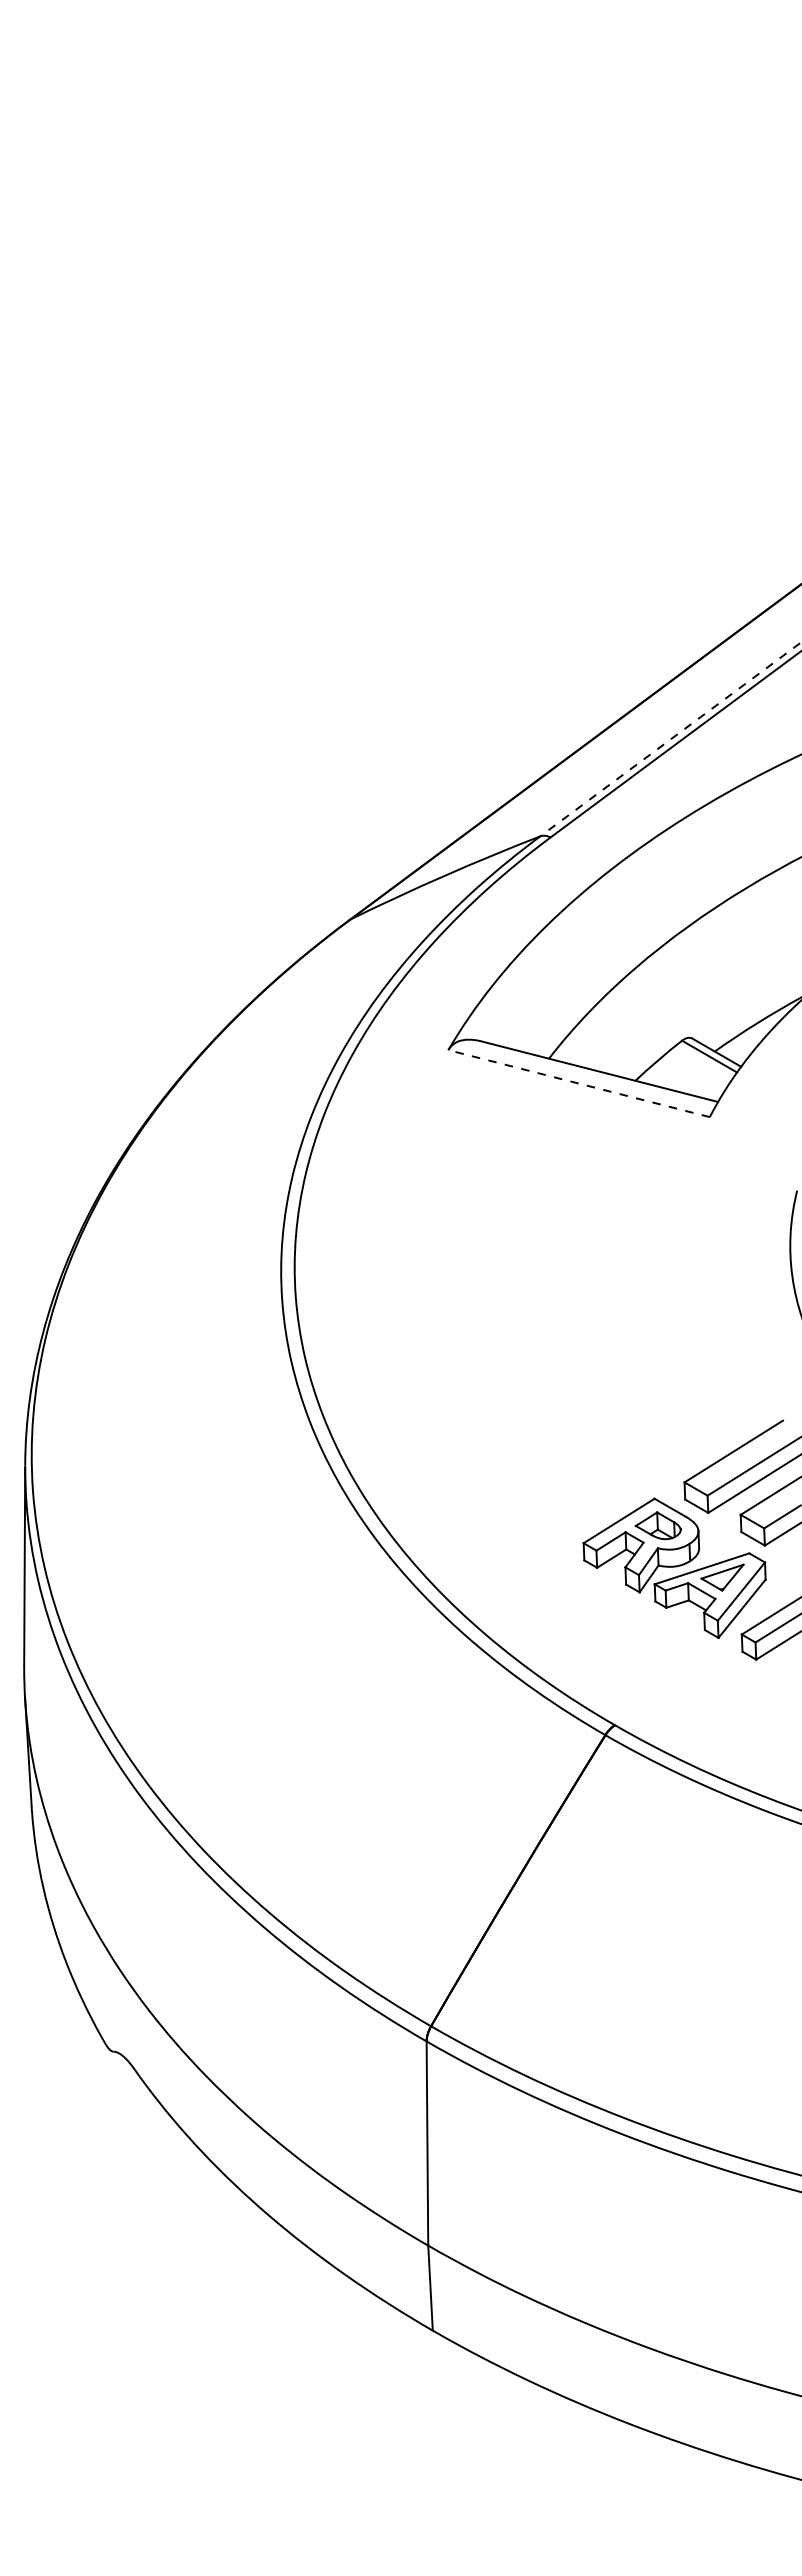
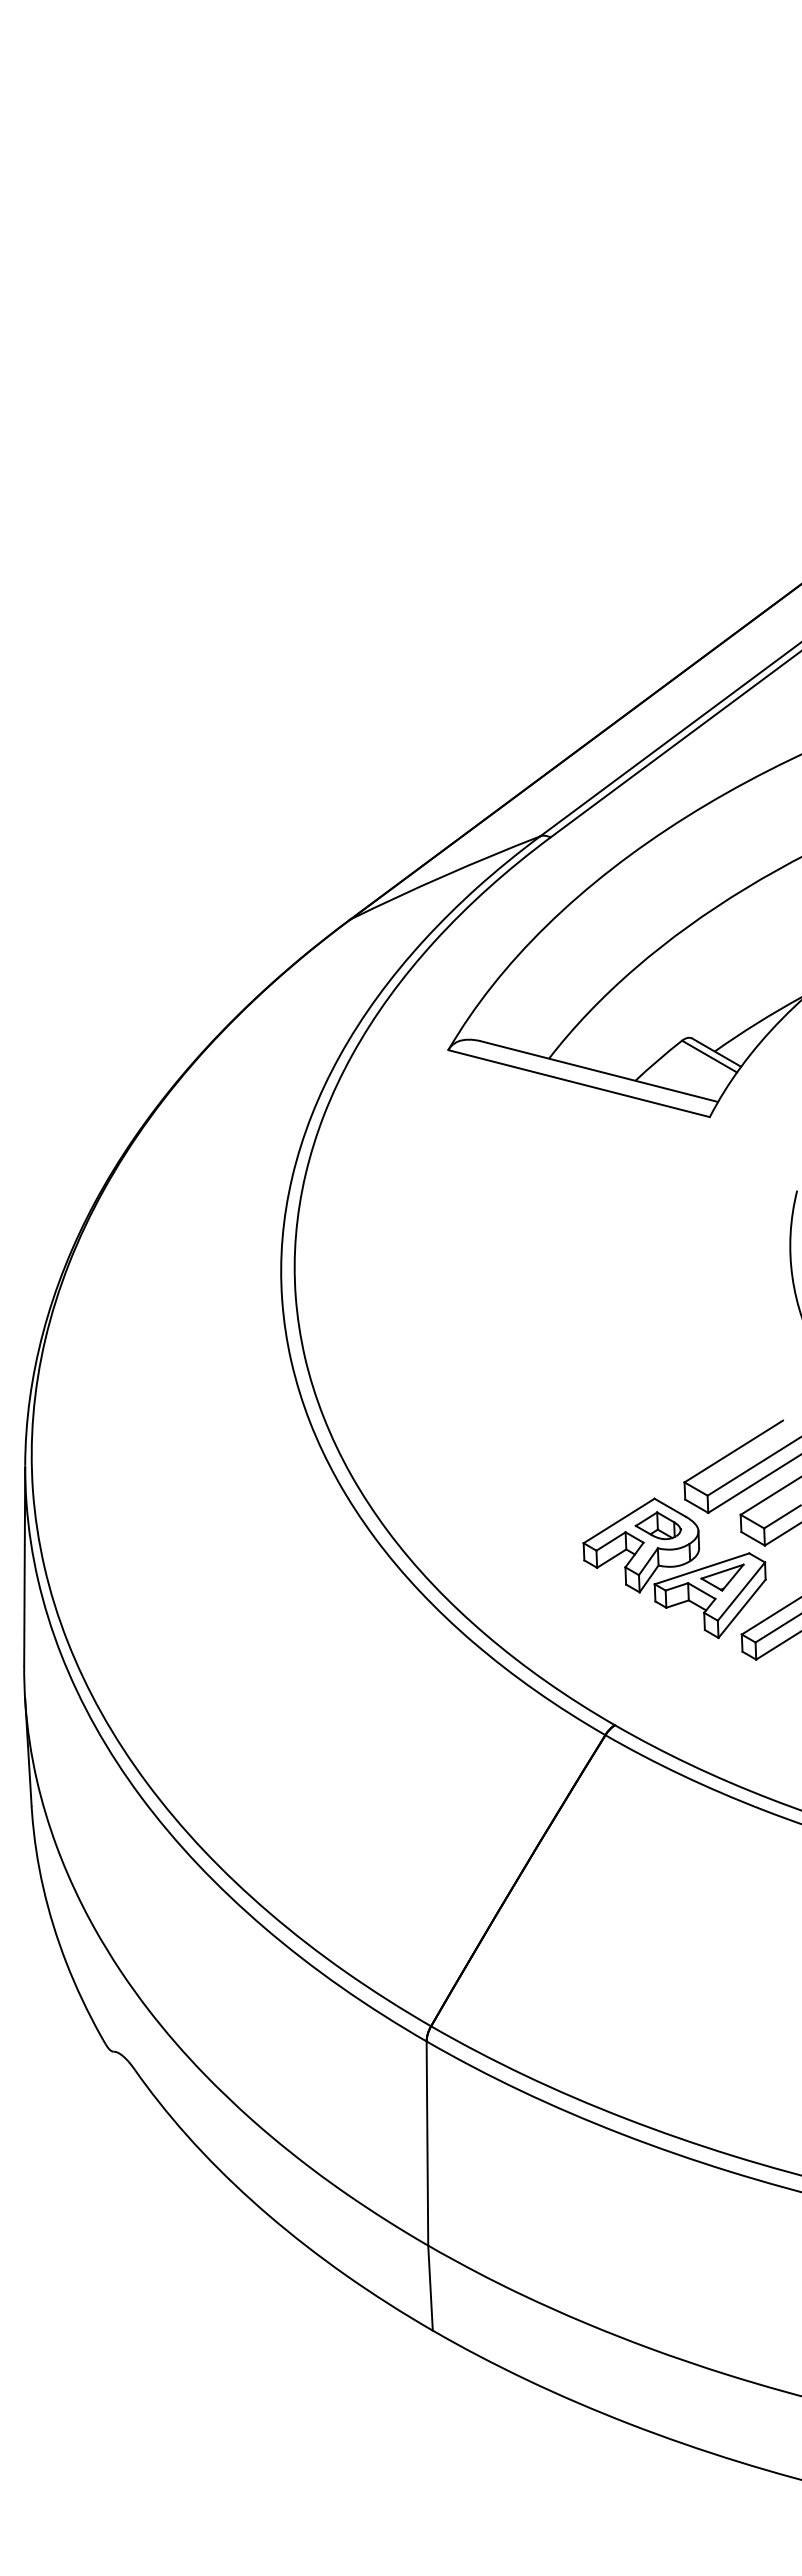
line at (671, 739): dashed -> solid
line at (578, 1083): dashed -> solid
